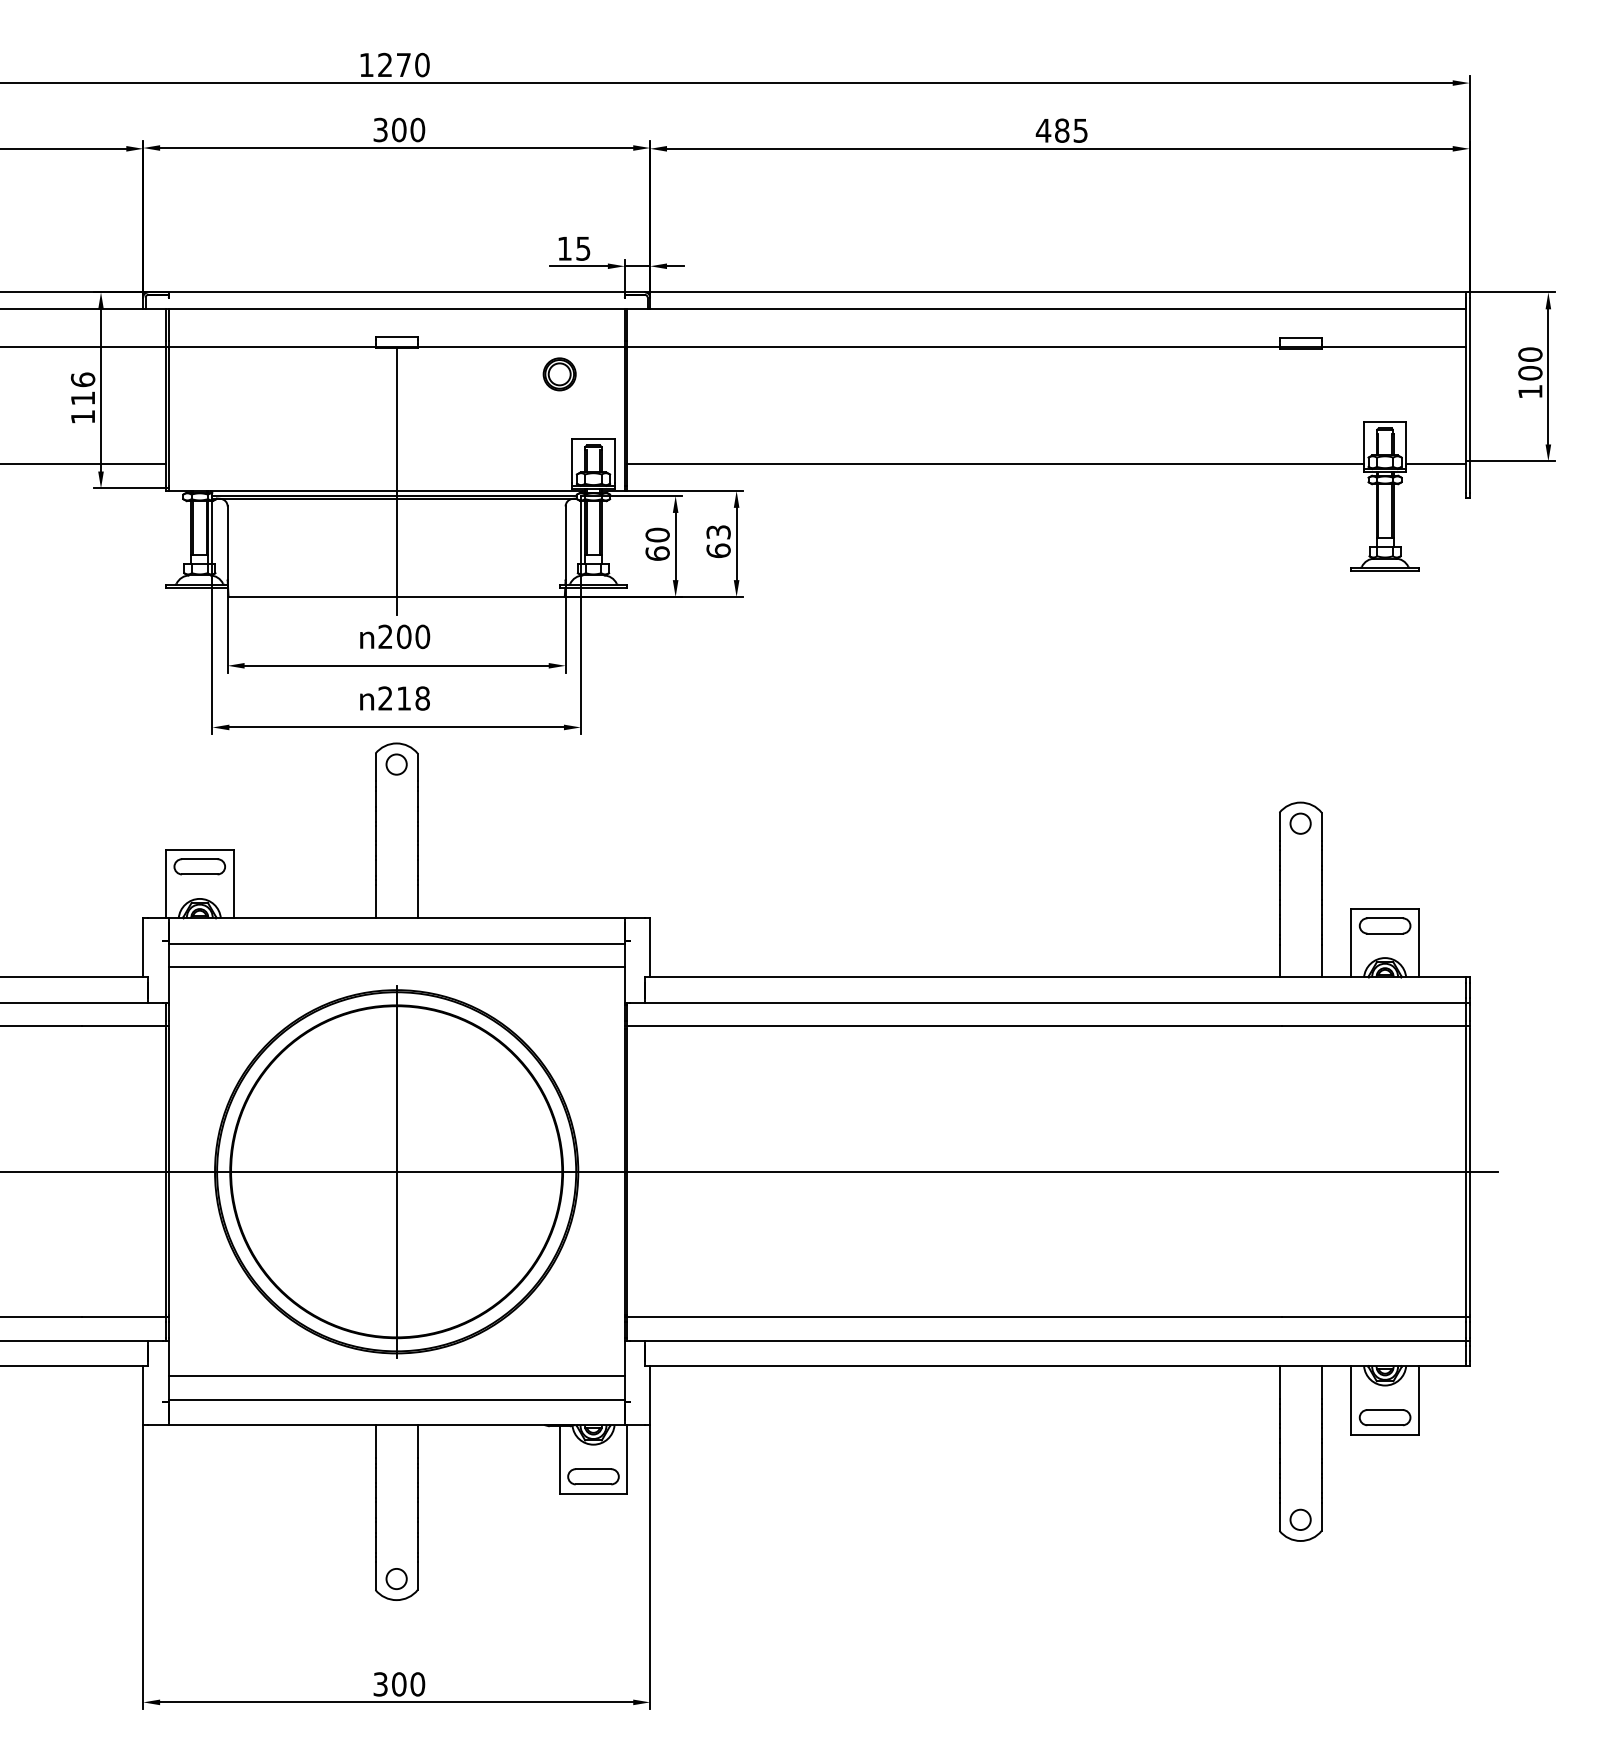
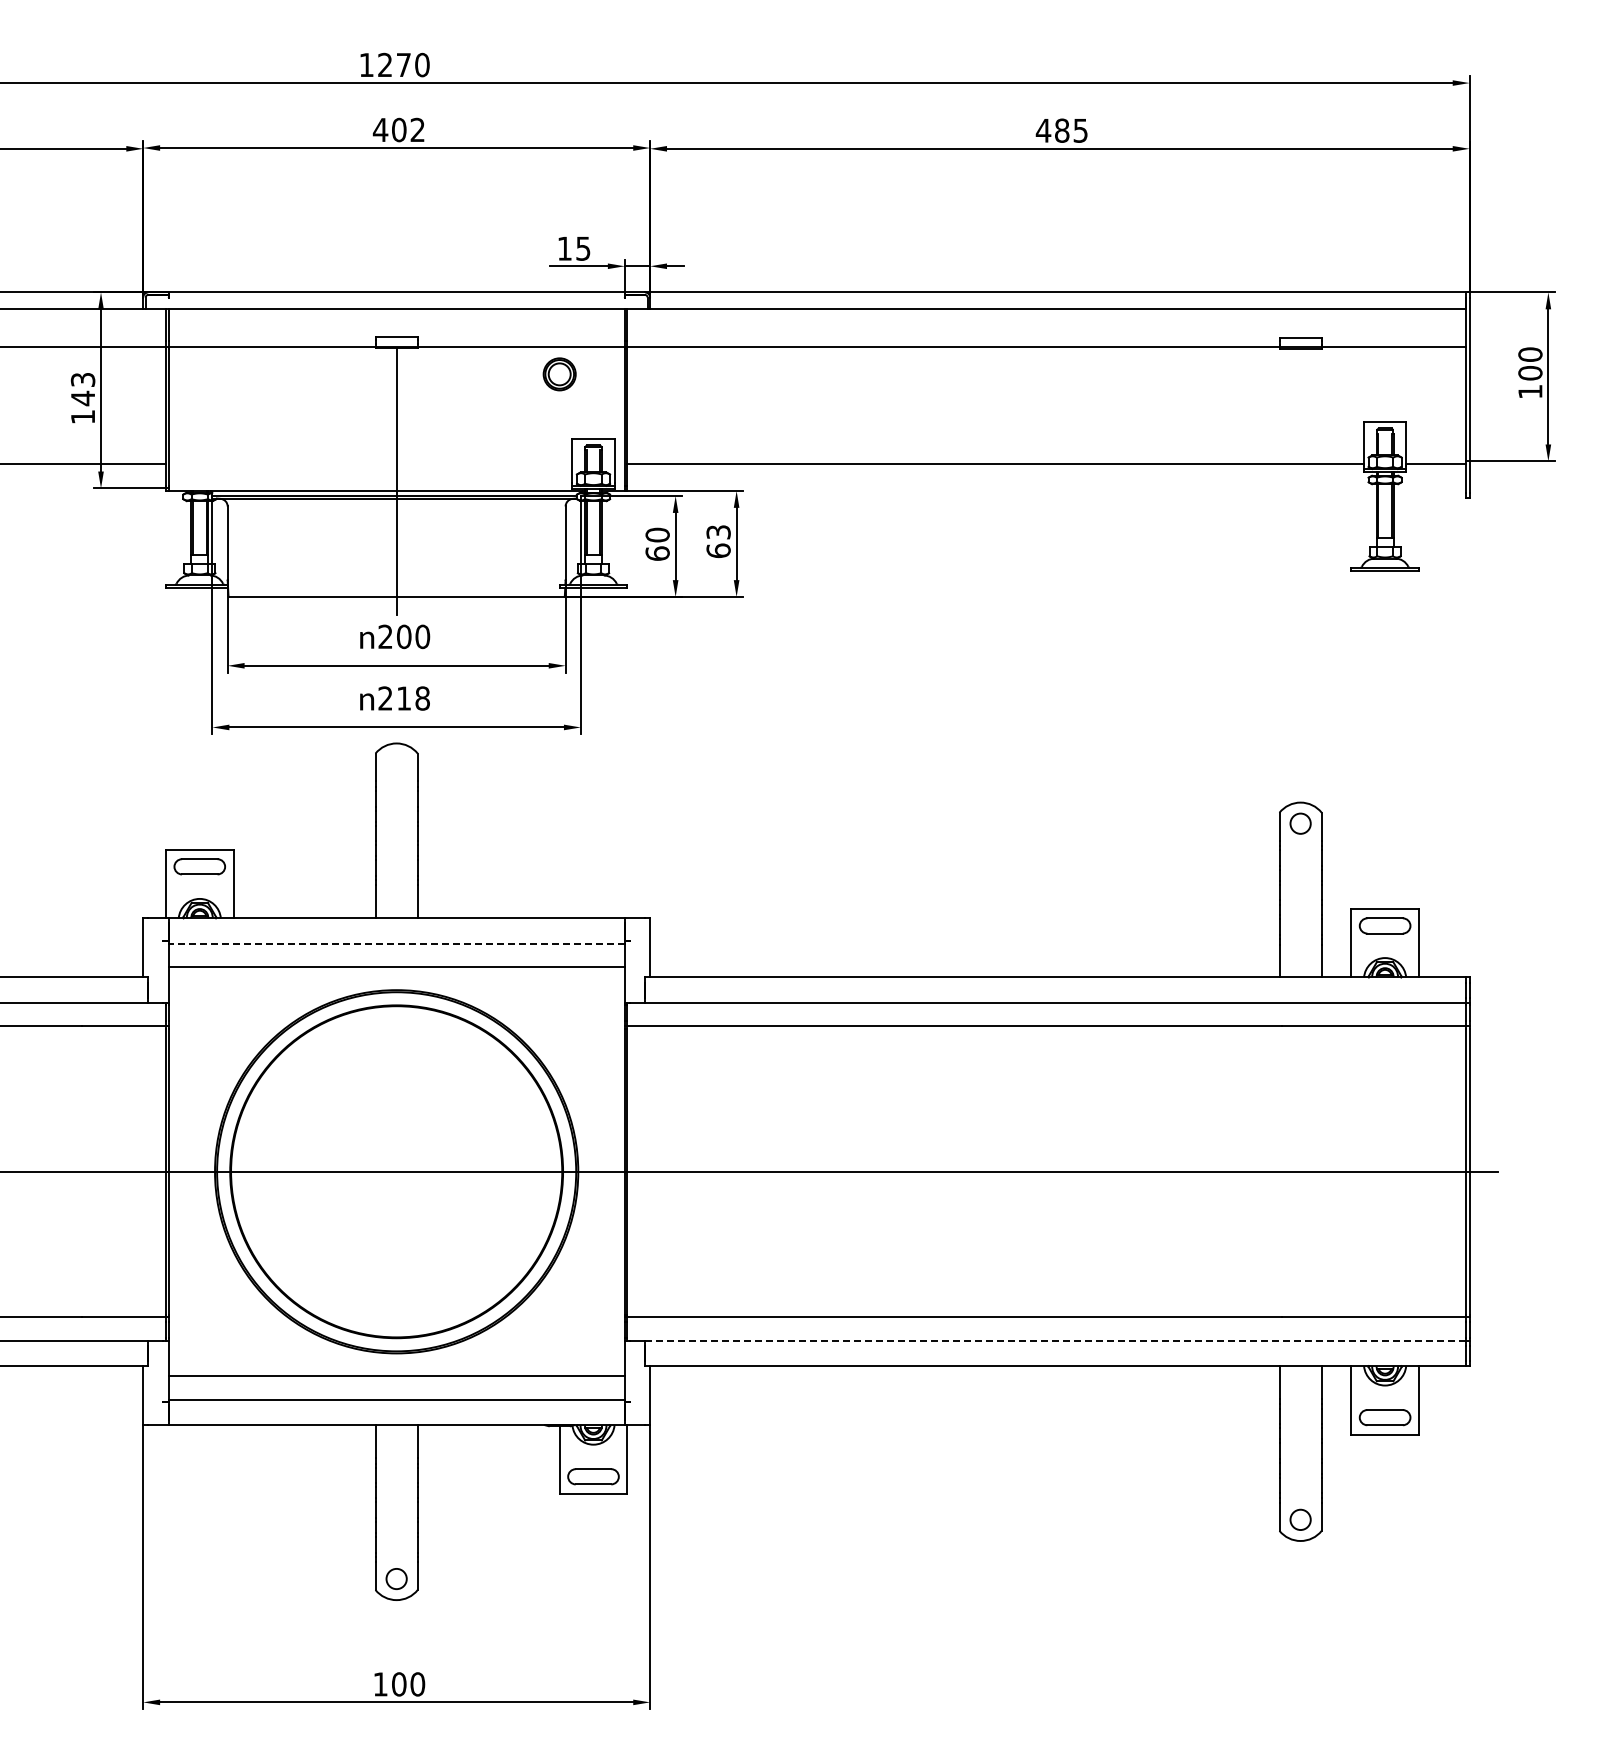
text at (398, 129): 300 -> 402
text at (82, 389): 116 -> 143
circle at (396, 764): present -> none
line at (396, 943): solid -> dashed
line at (396, 1171): present -> none
line at (1055, 1340): solid -> dashed
text at (380, 1684): 300 -> 100
